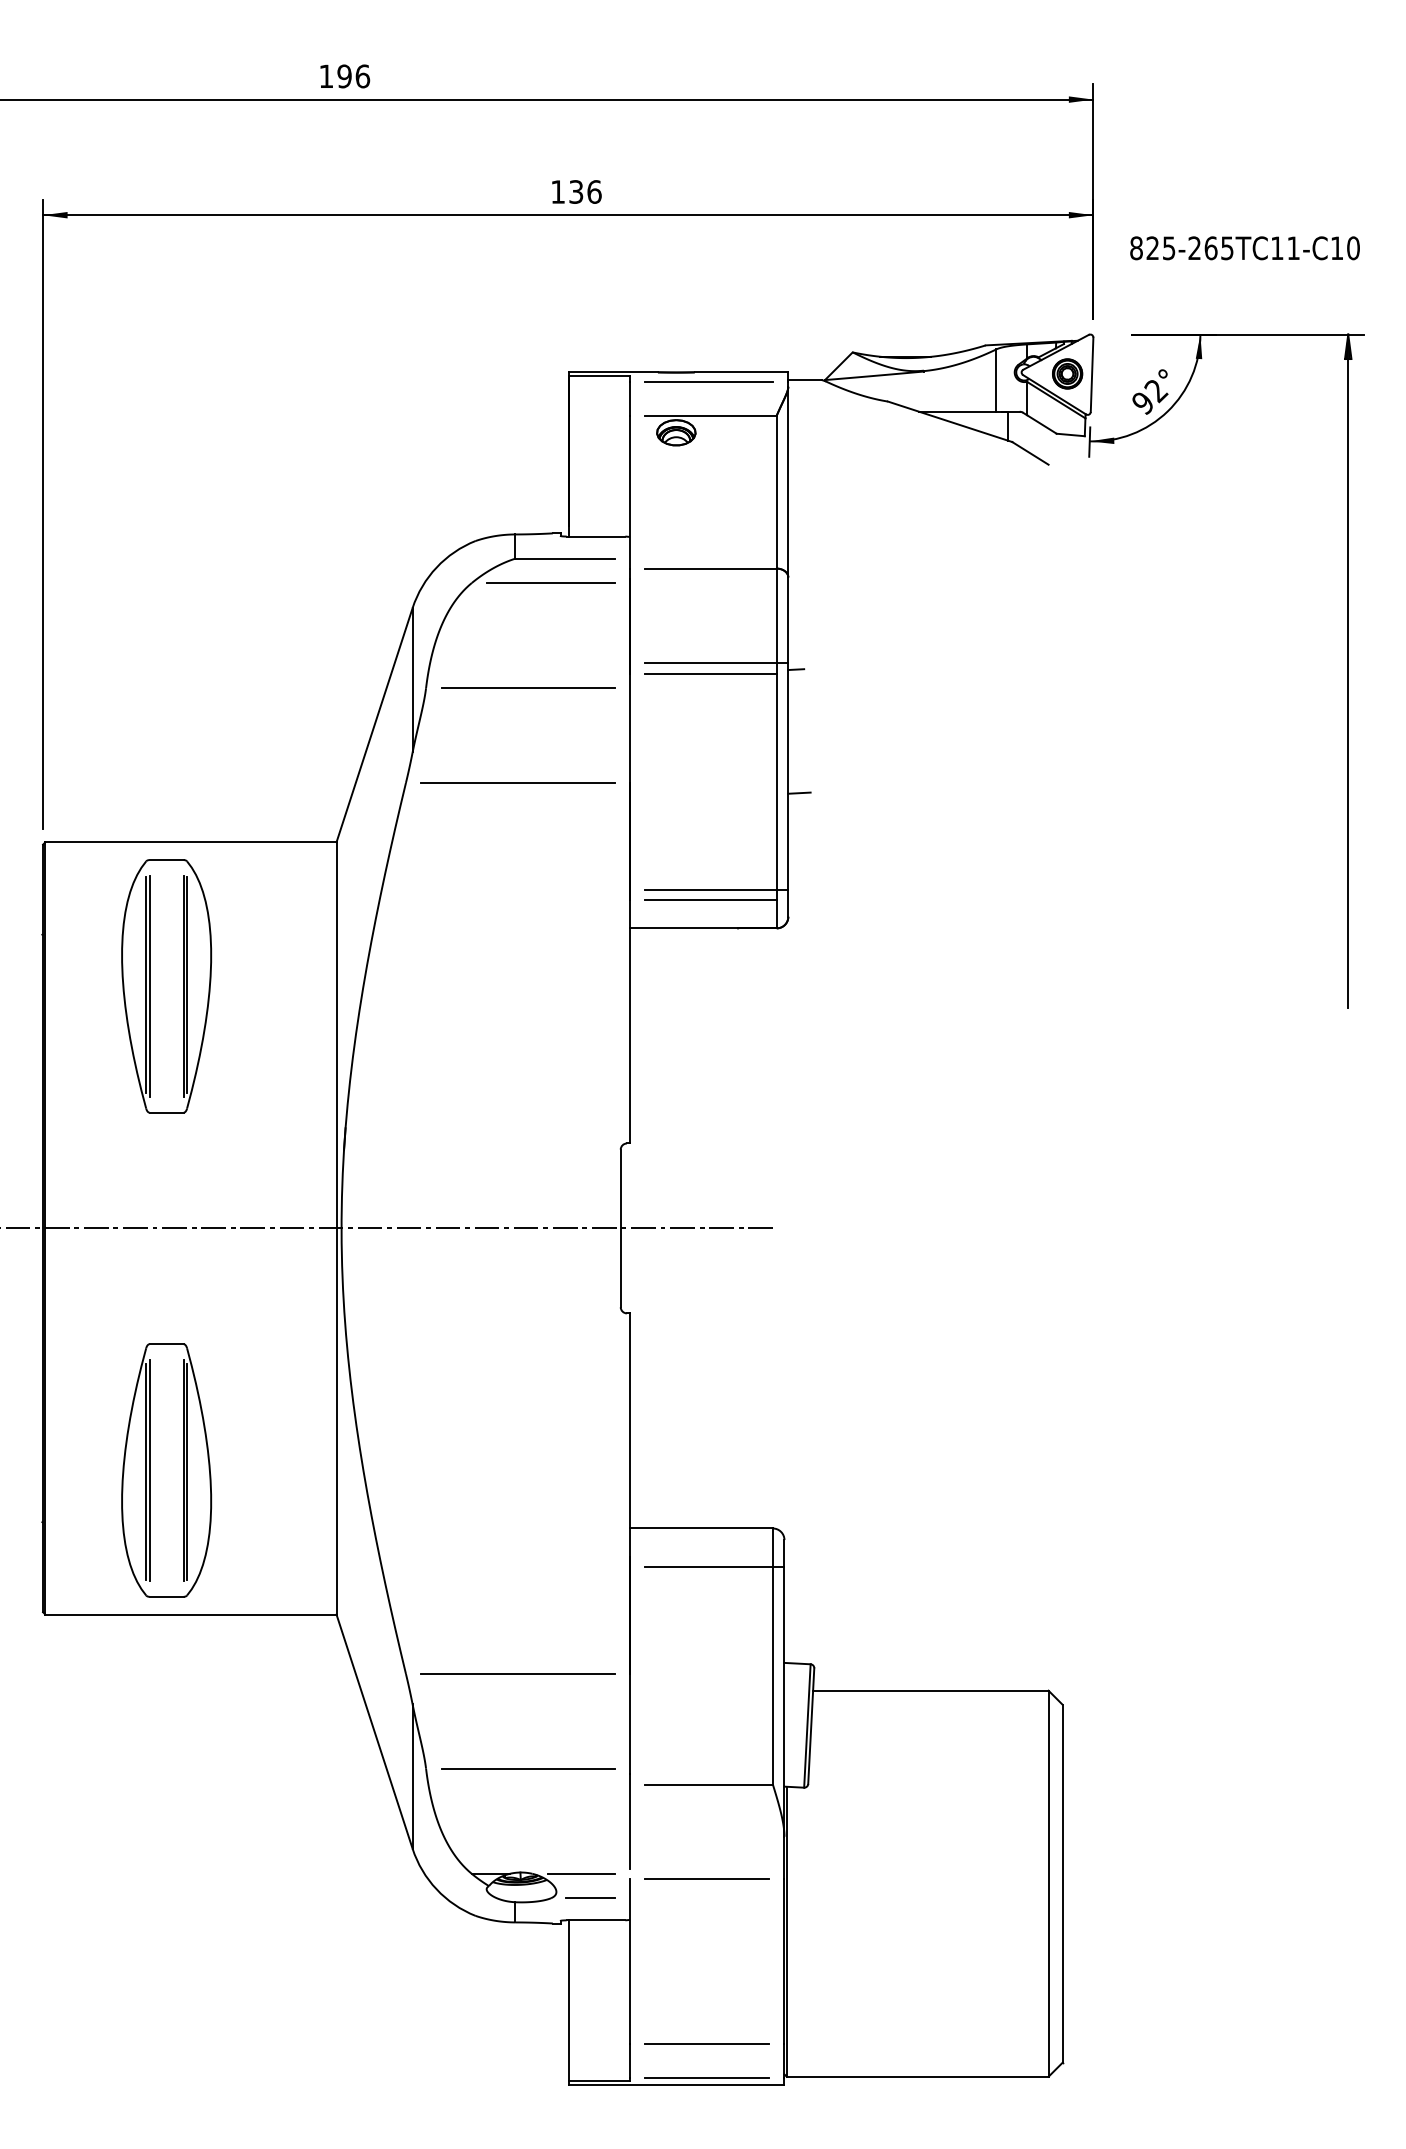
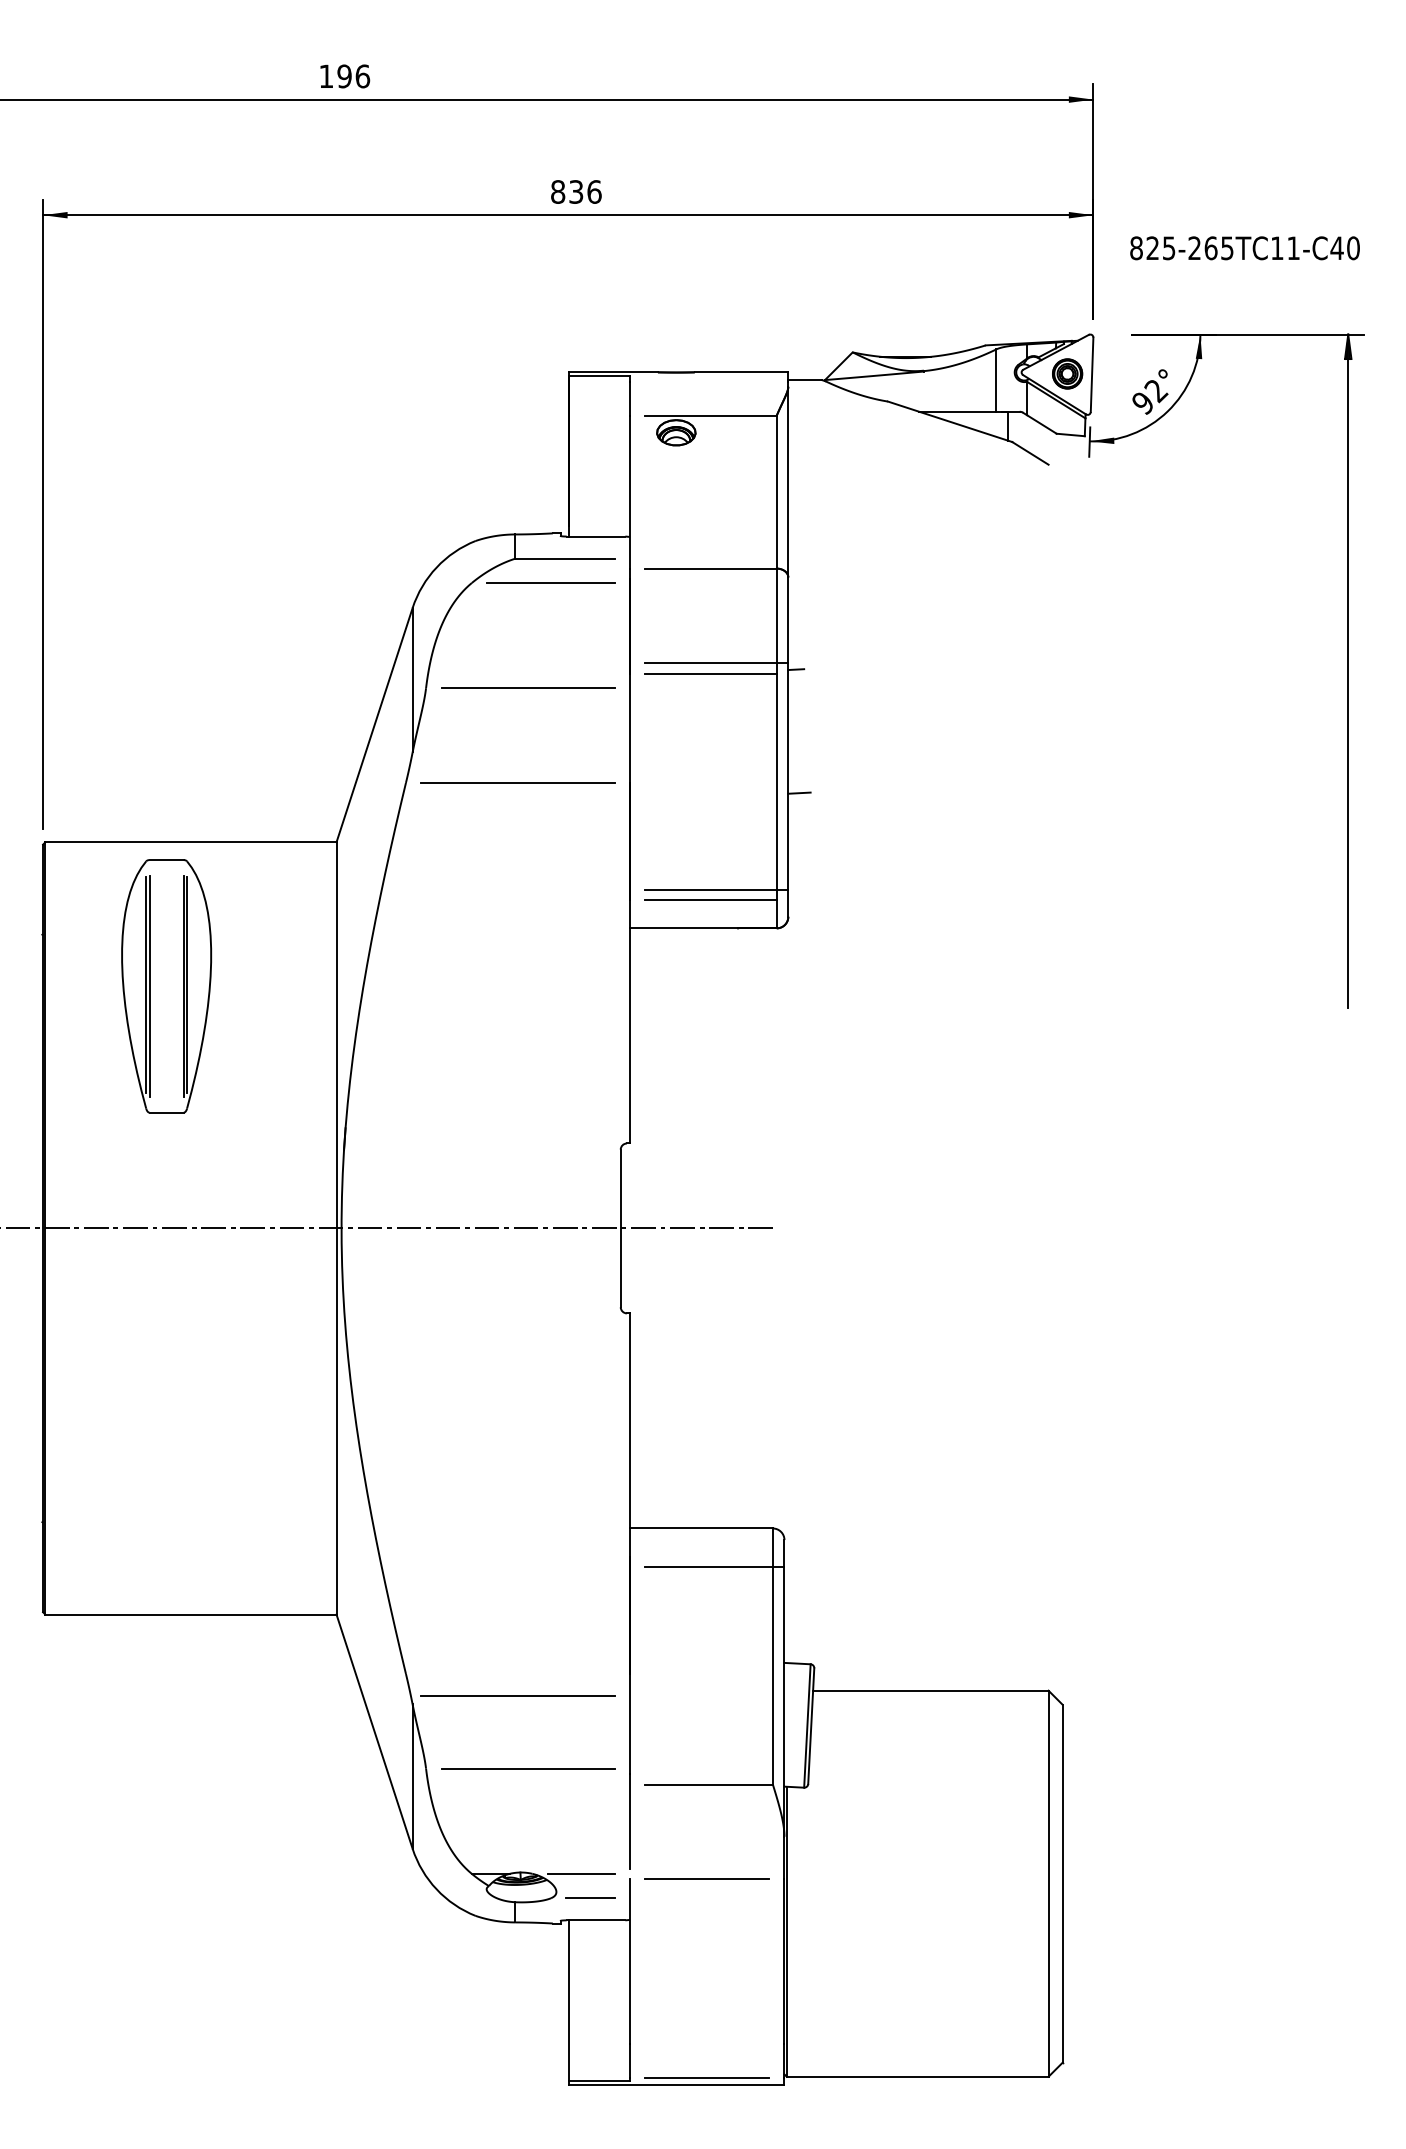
text at (558, 191): 136 -> 836
text at (1336, 247): 825-265TC11-C10 -> 825-265TC11-C40
line at (708, 382): present -> none
part at (166, 1470): present -> none
line at (517, 1673) position: (517, 1673) -> (517, 1695)
line at (707, 2043): present -> none
